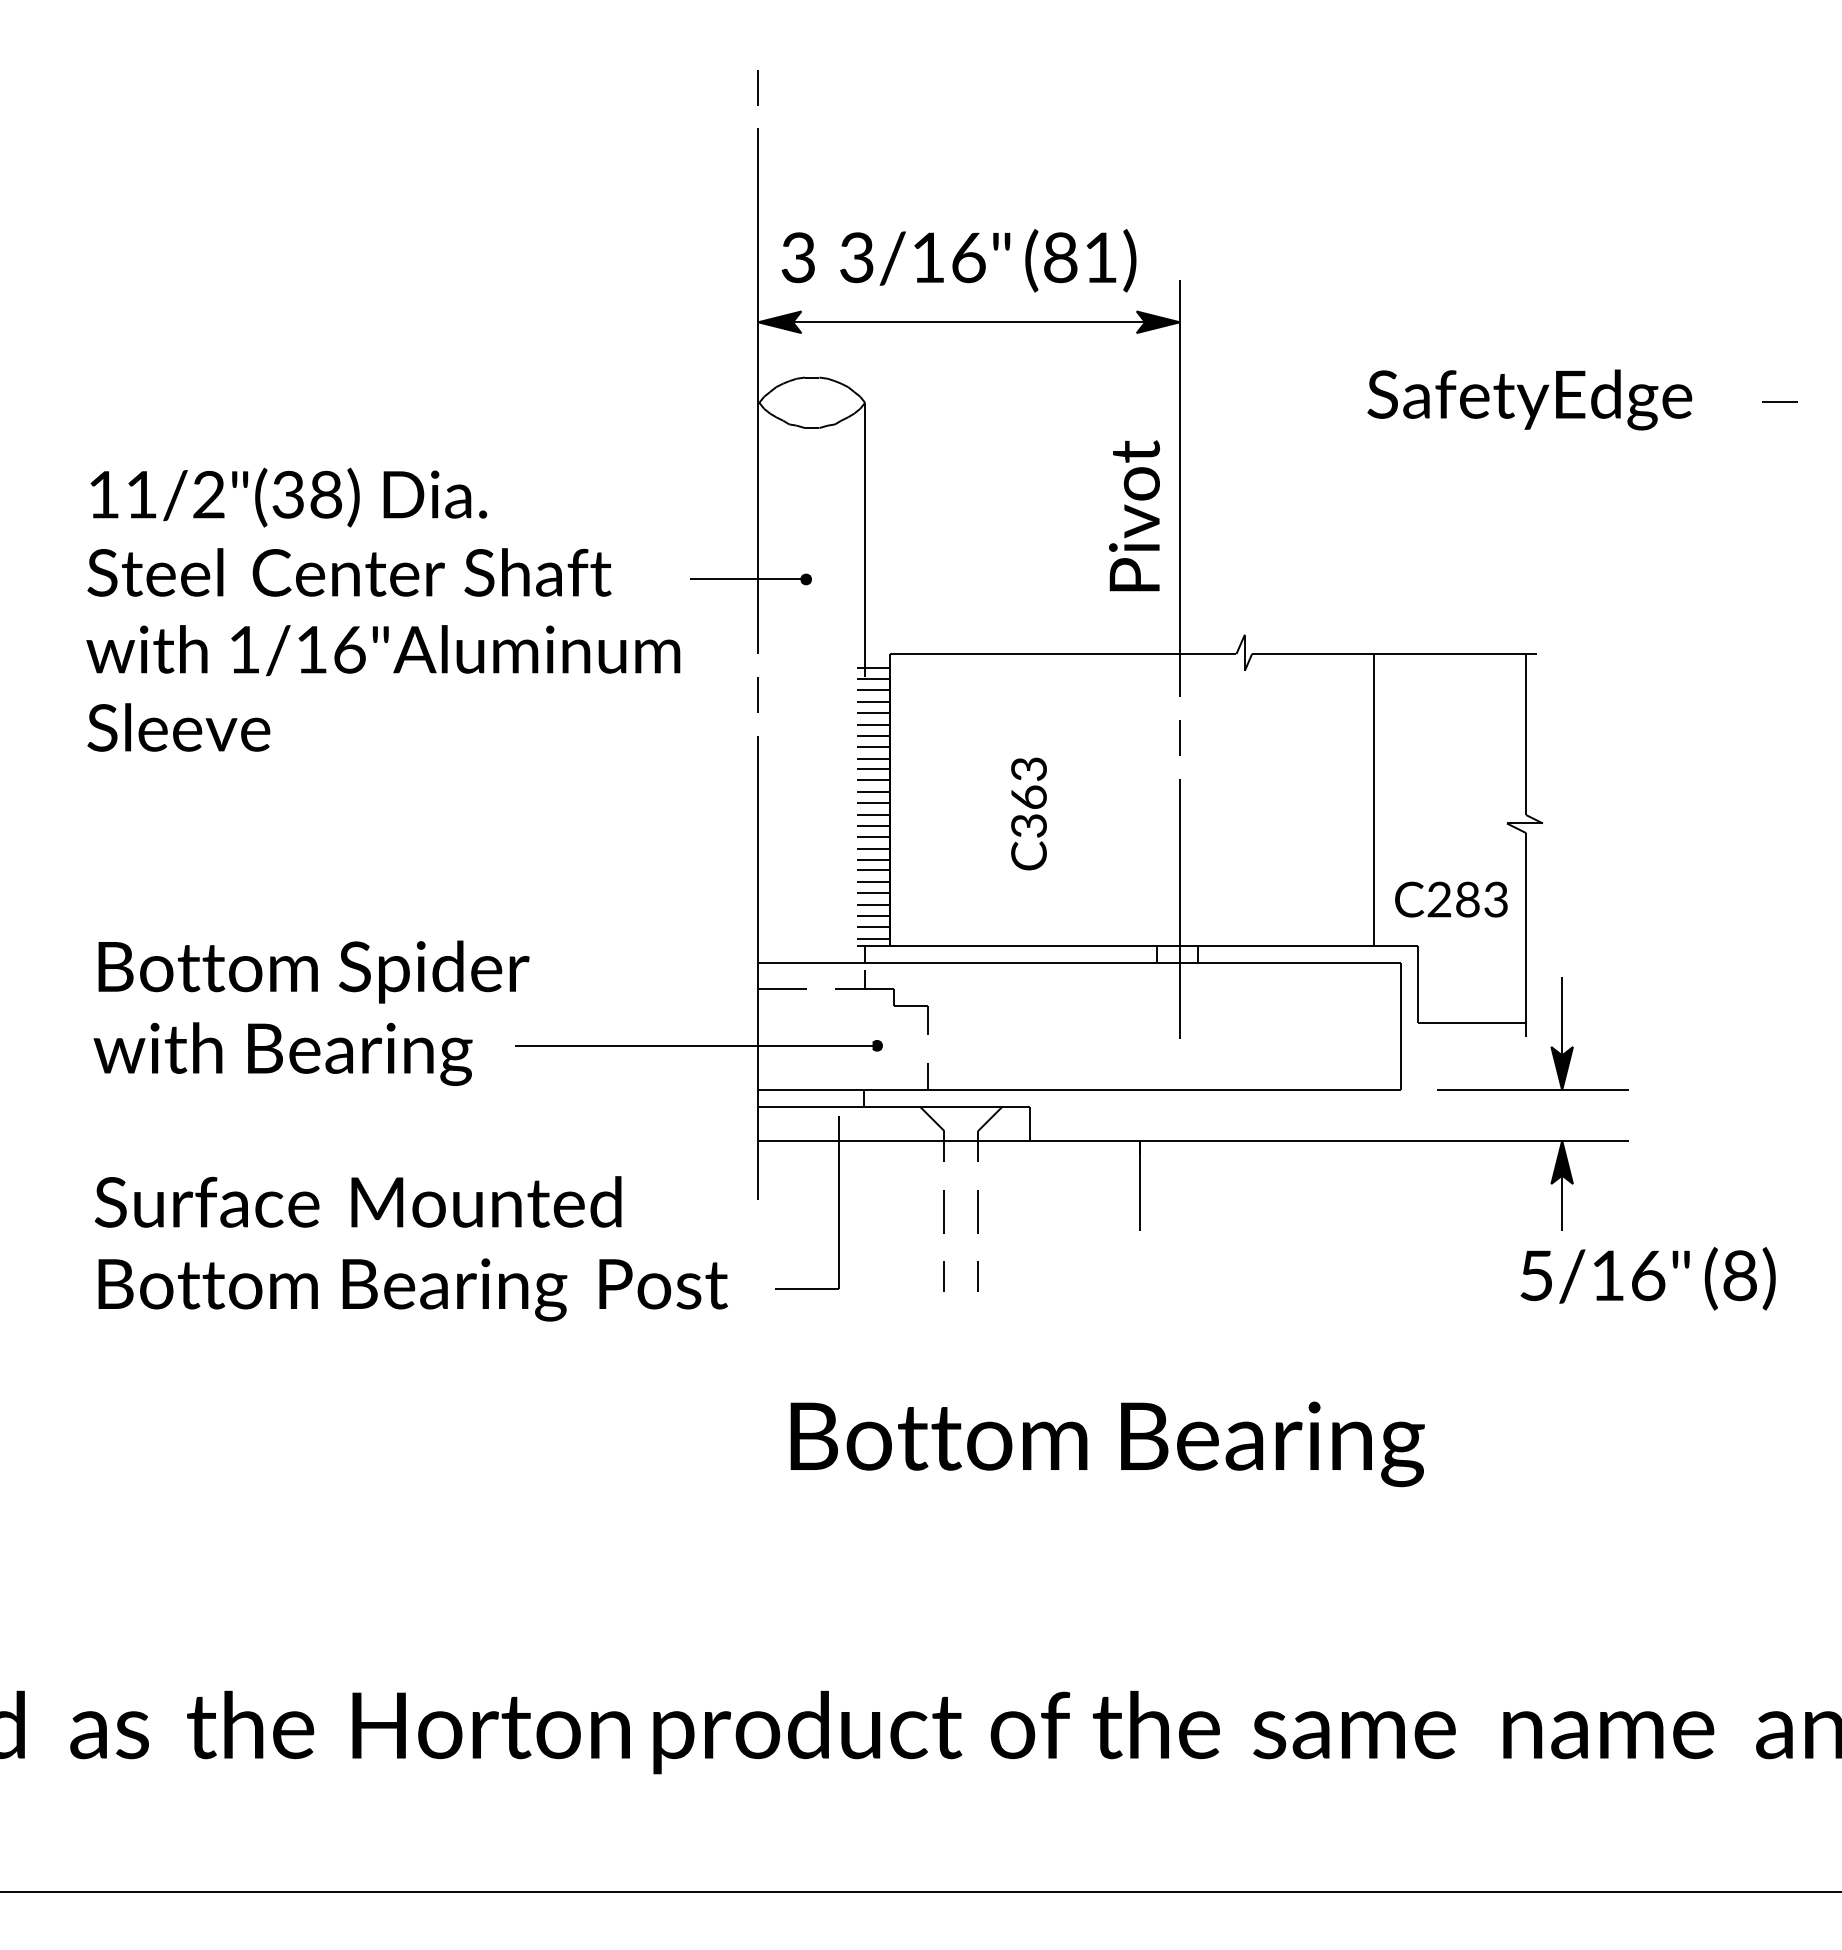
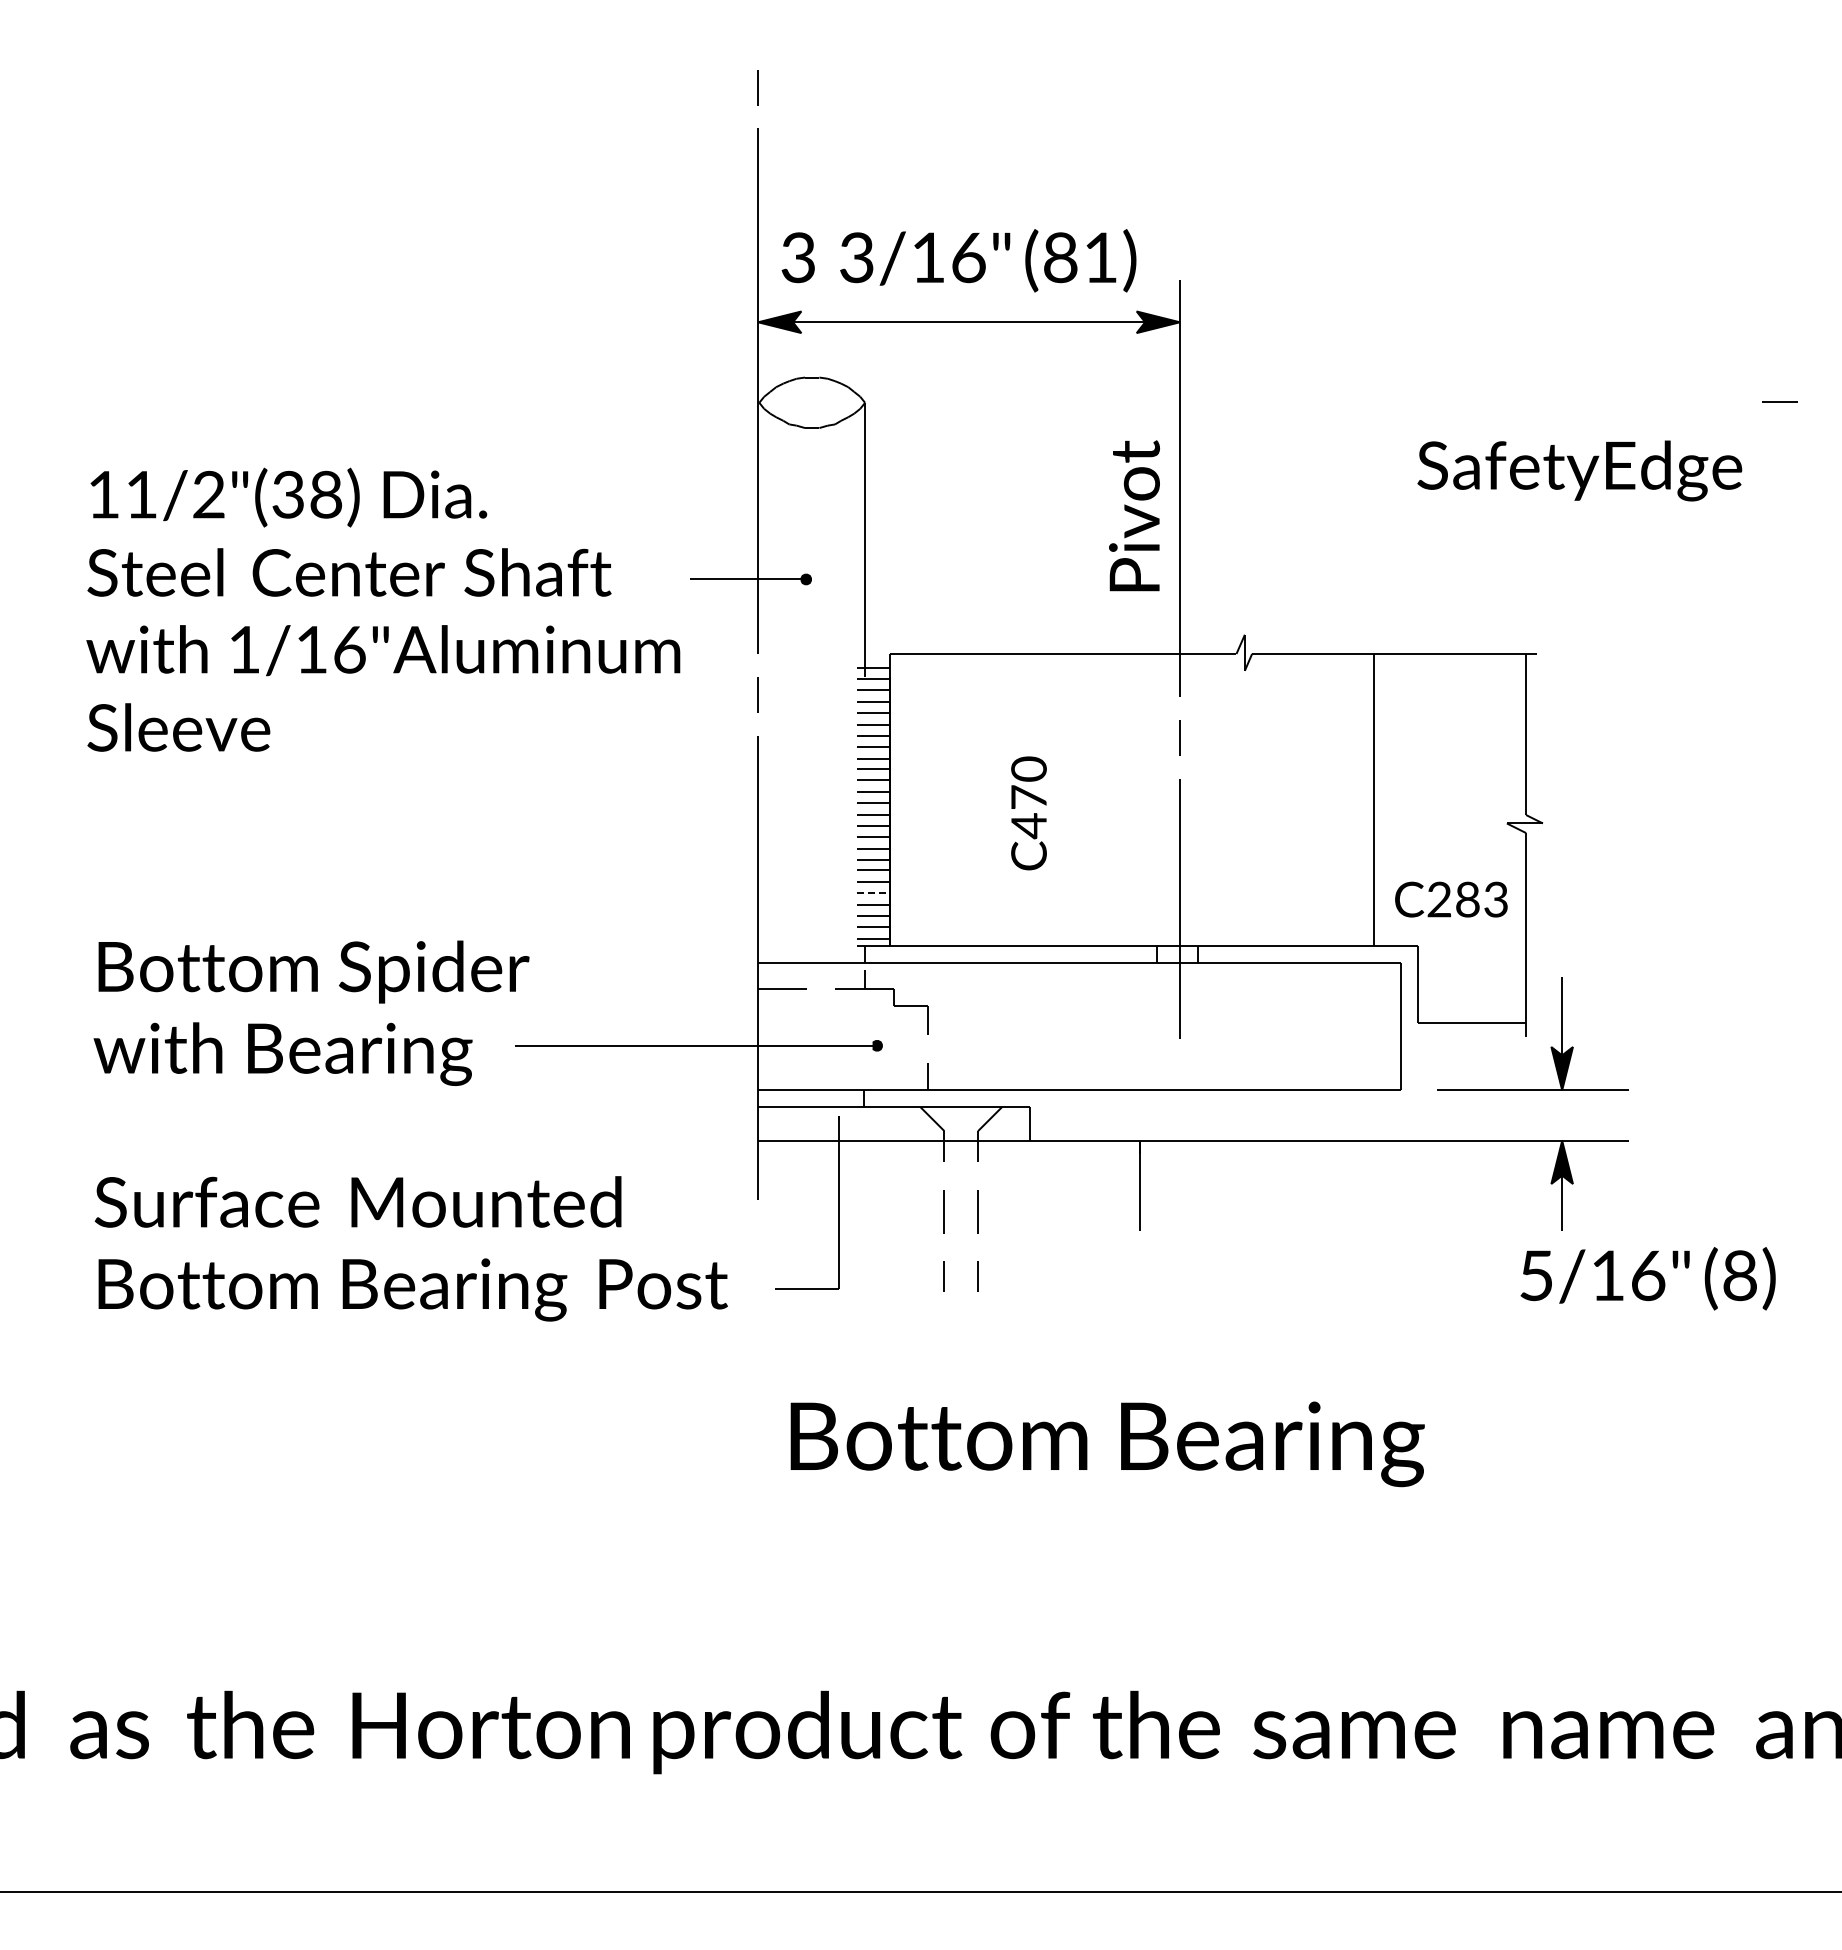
text at (1529, 399) position: (1529, 399) -> (1579, 470)
text at (1028, 797): C363 -> C470
line at (873, 893): solid -> dashed
